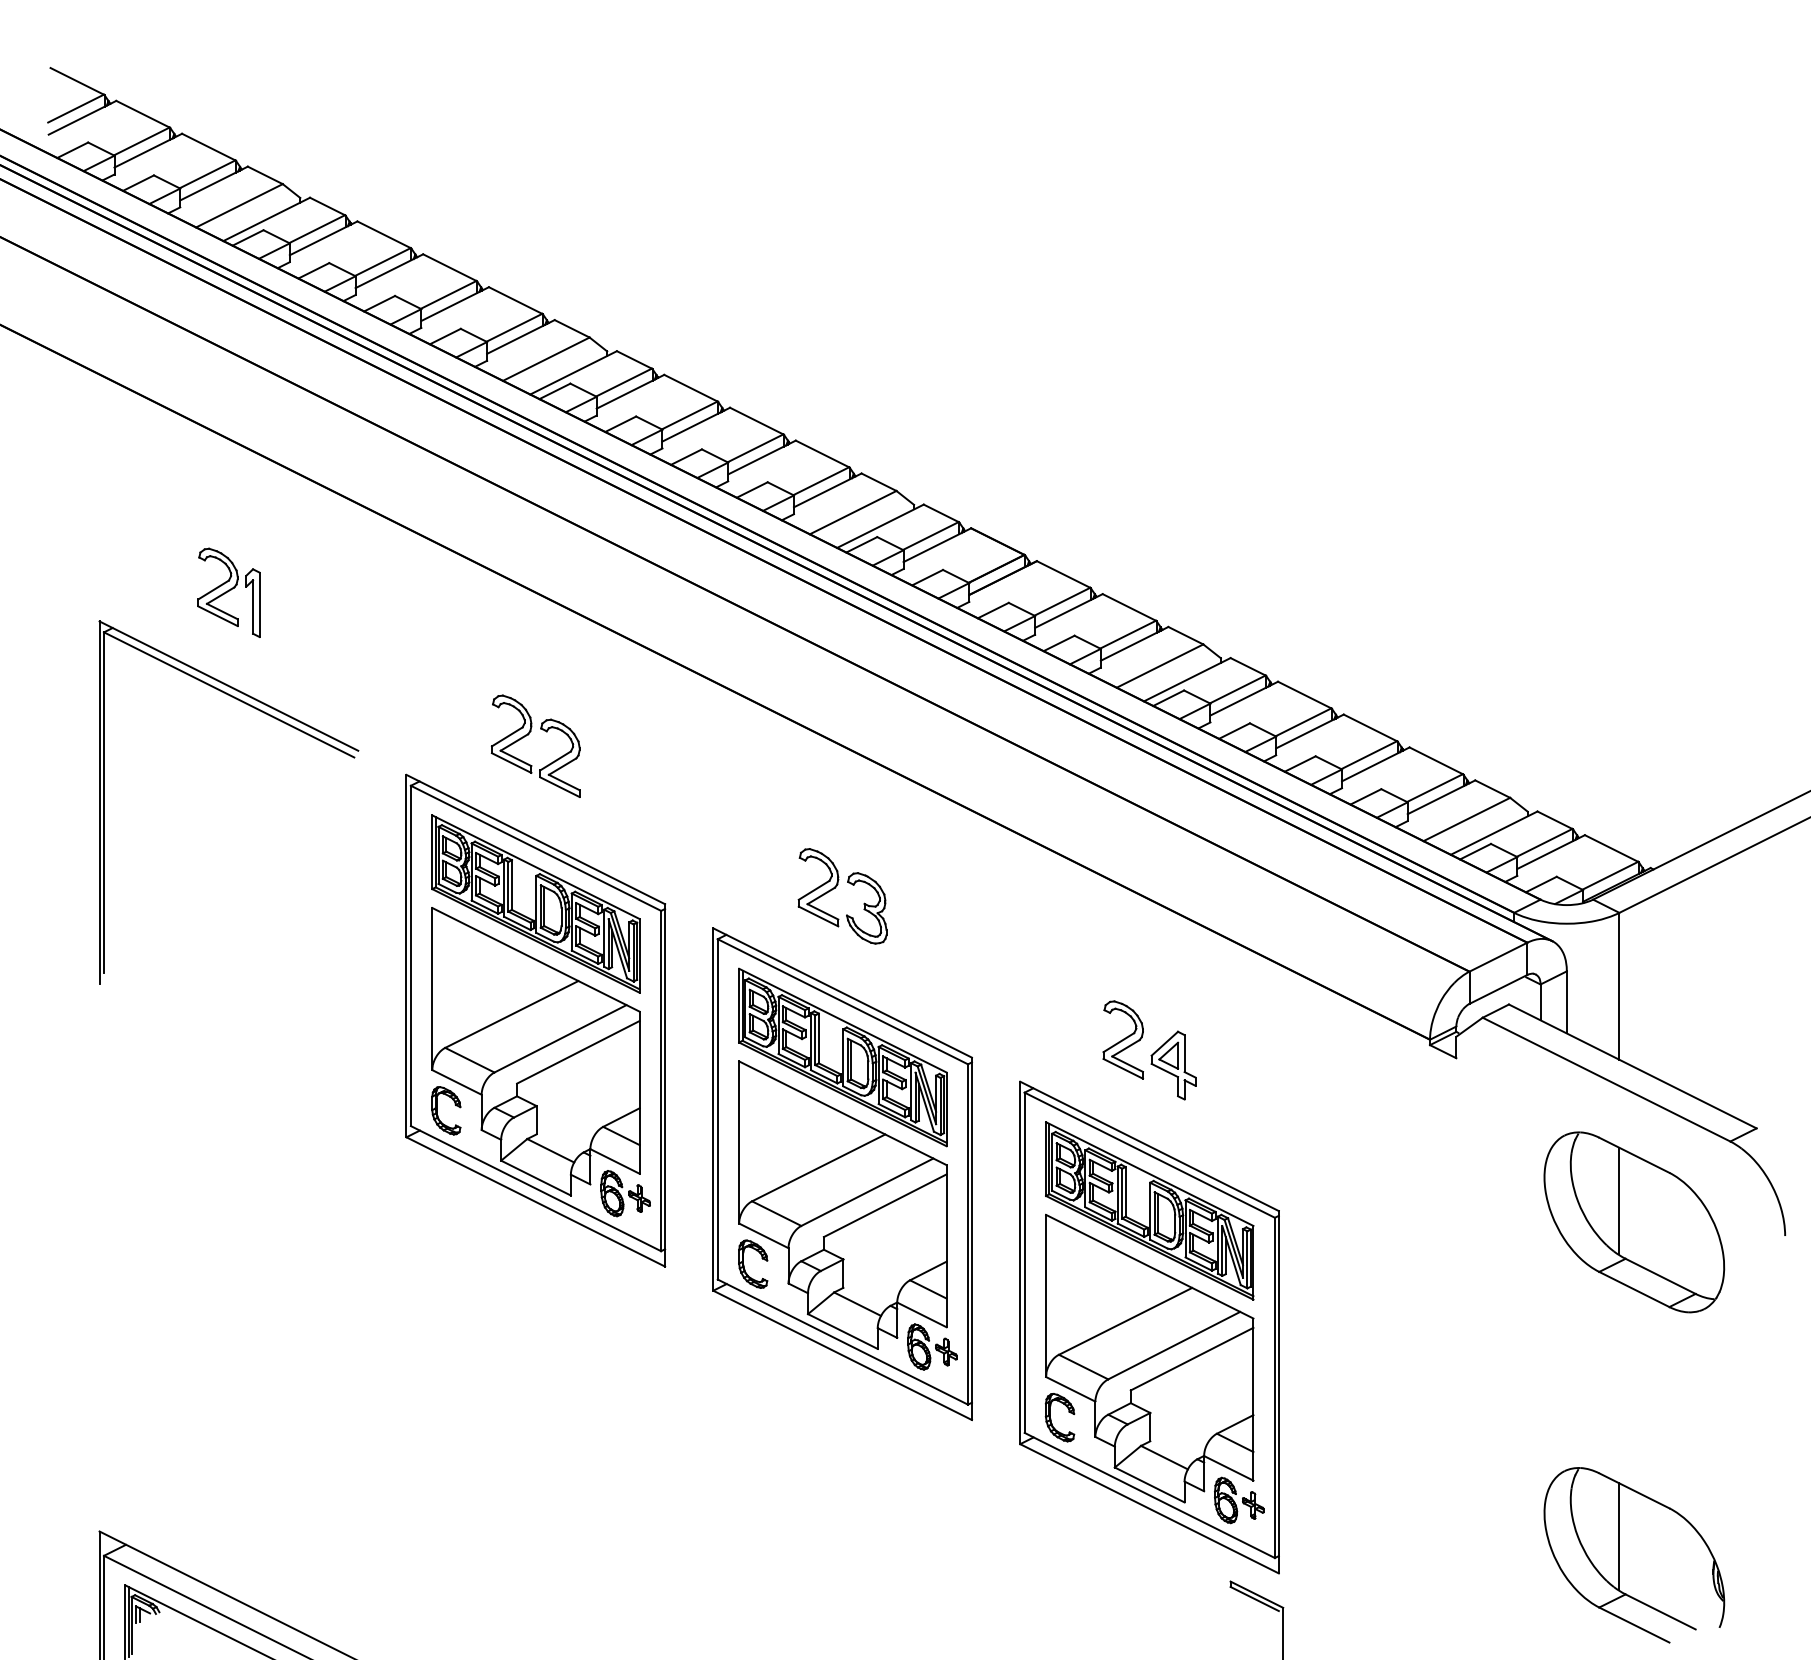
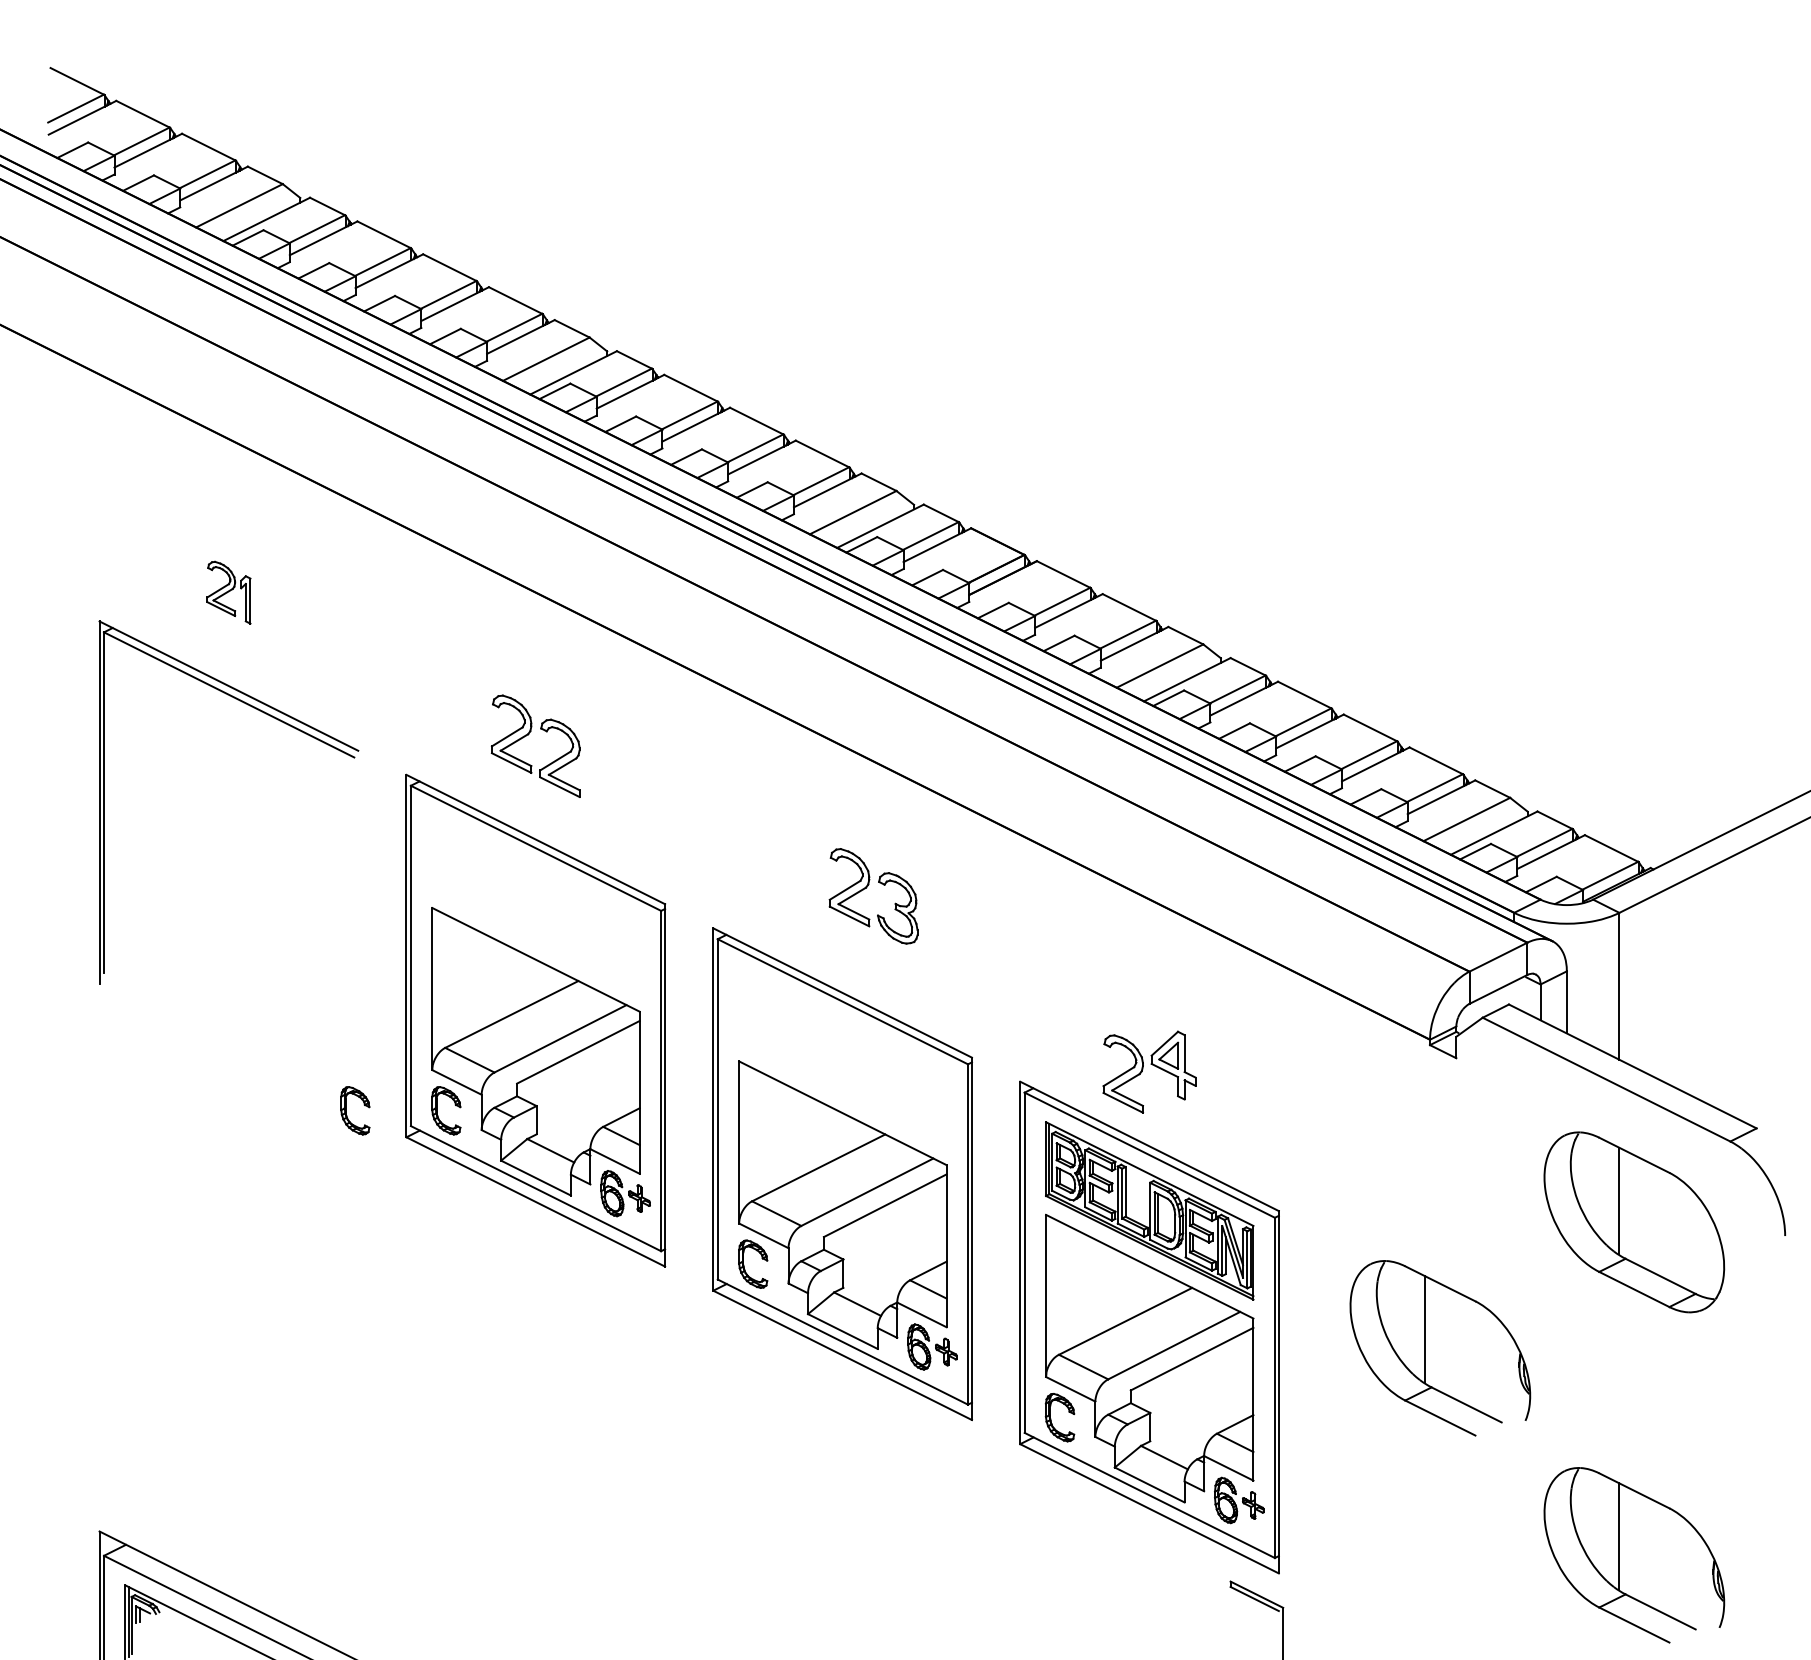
part at (228, 592) size: 64x91 px -> 46x65 px
part at (835, 888) position: (835, 888) -> (866, 888)
part at (535, 903): present -> none
part at (1122, 1039) position: (1122, 1039) -> (1122, 1073)
part at (842, 1057): present -> none
part at (346, 1110): none -> present
part at (1425, 1348): none -> present
